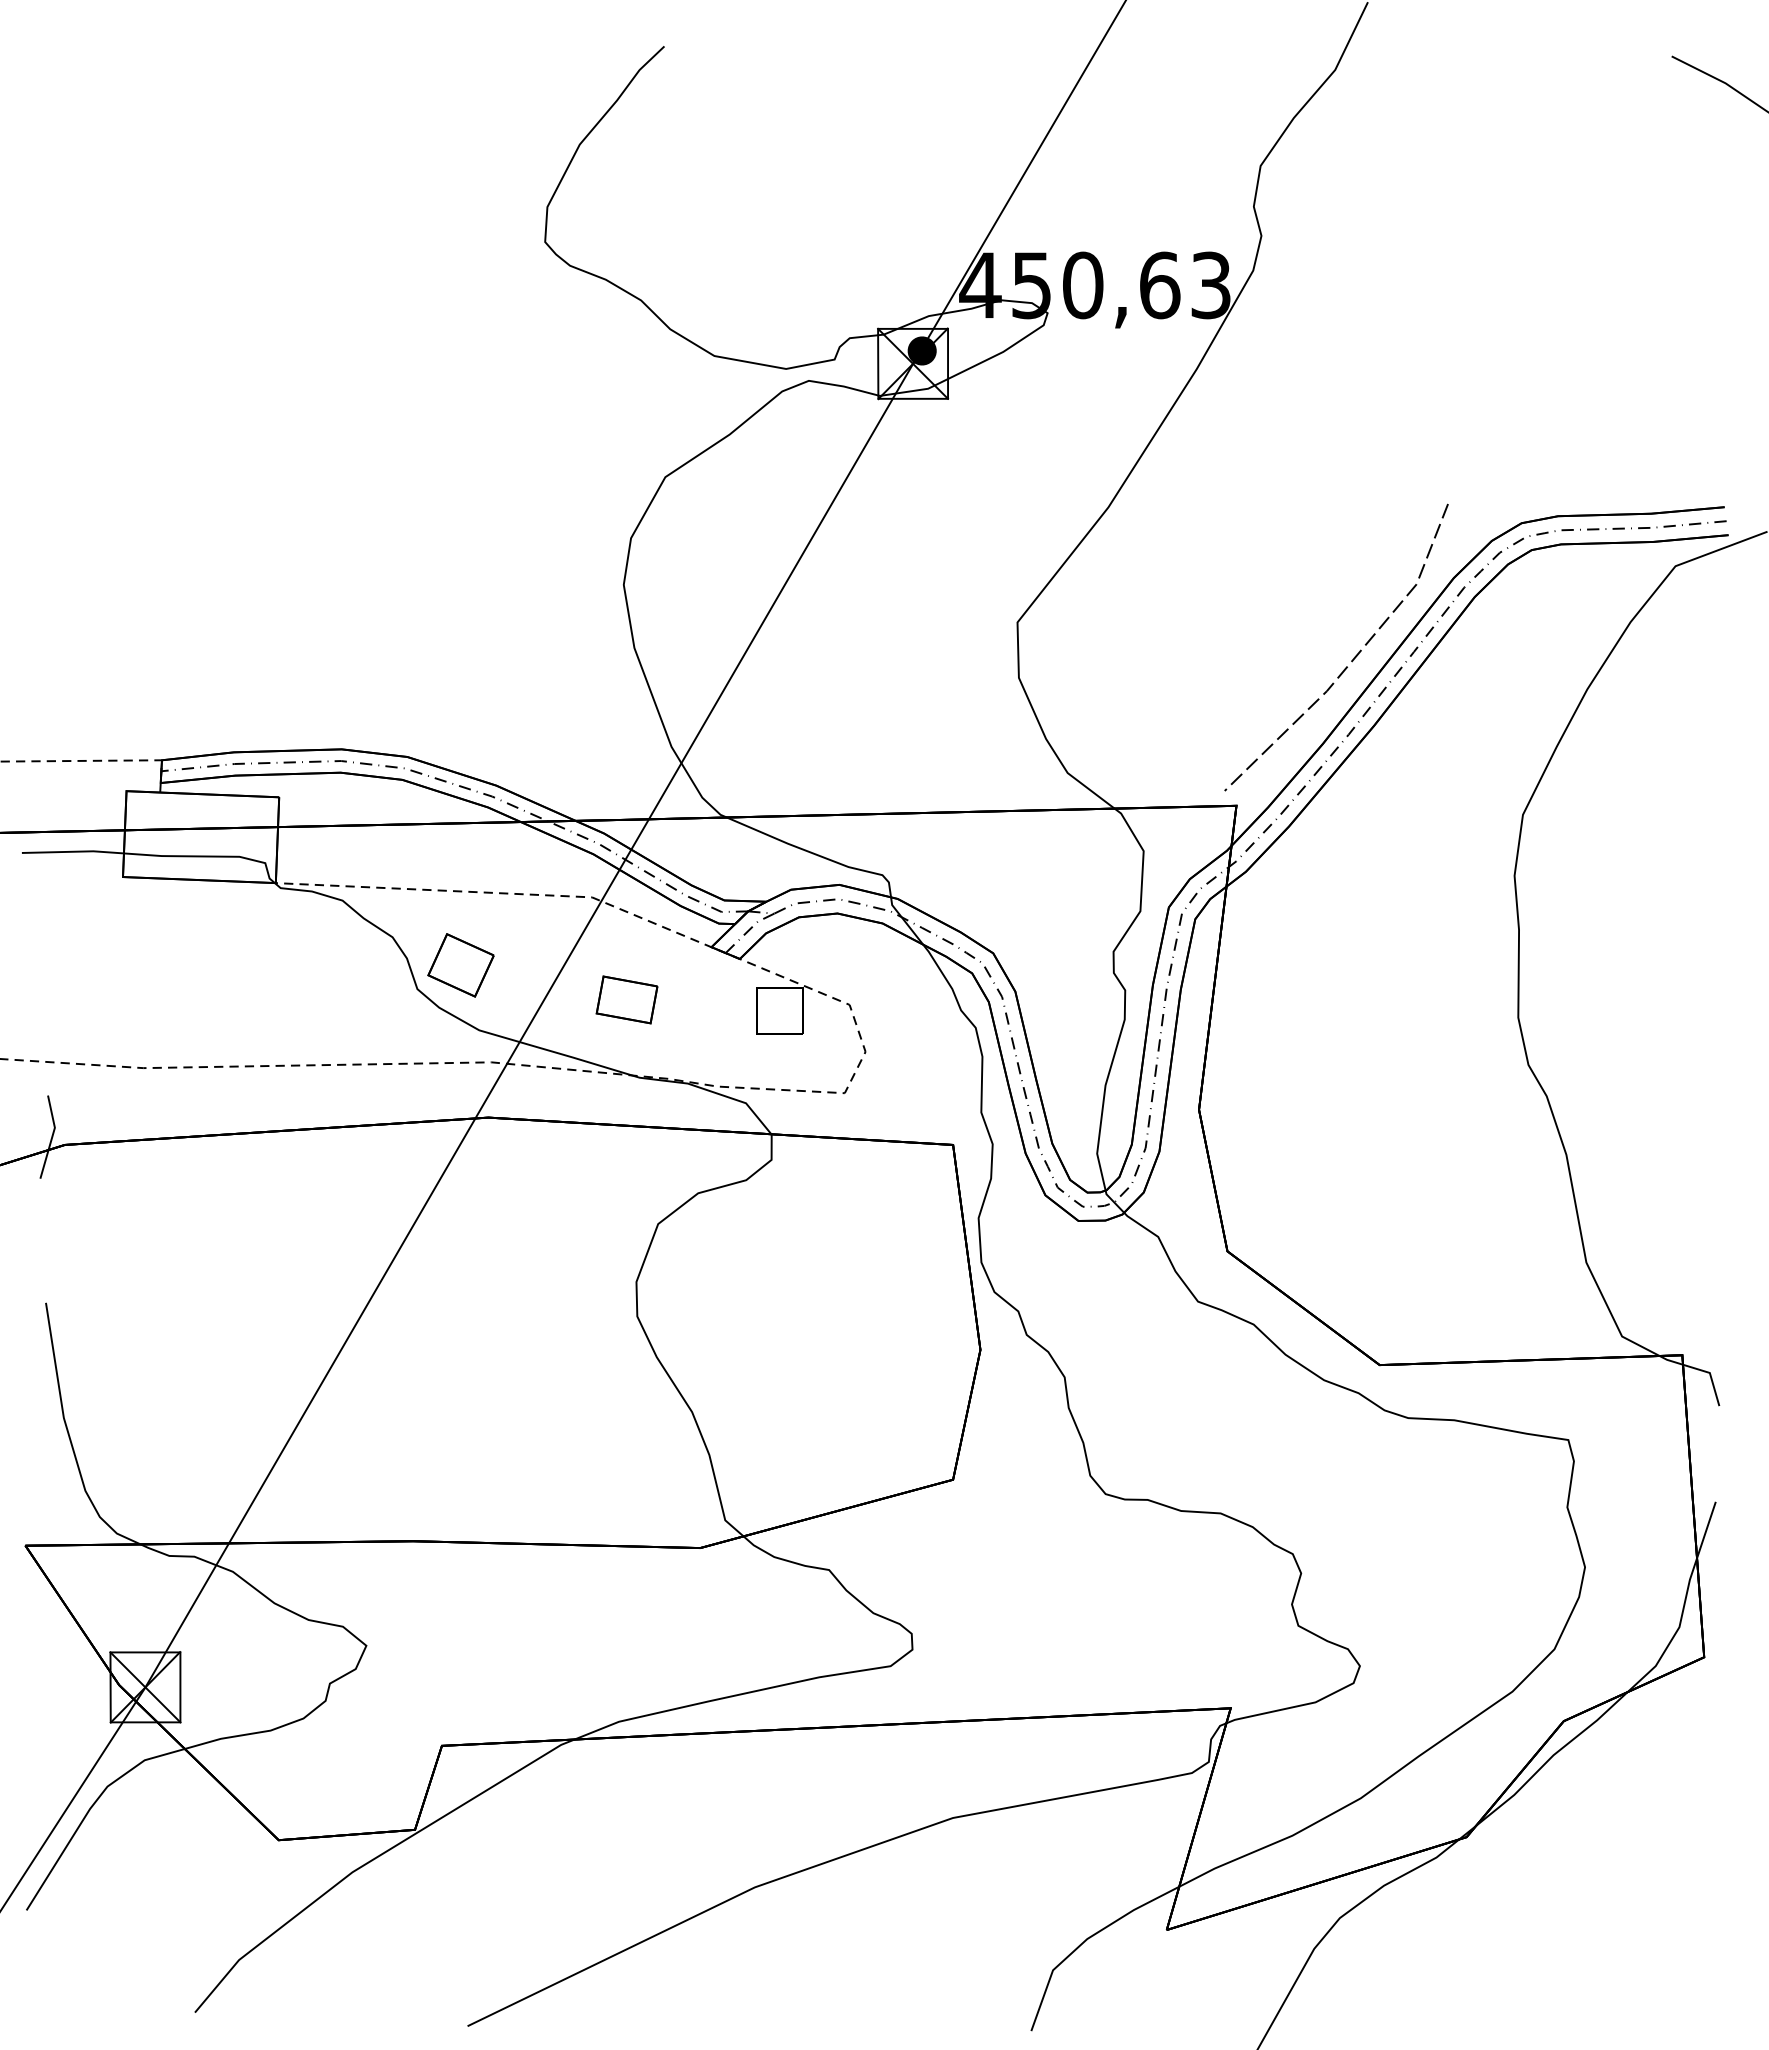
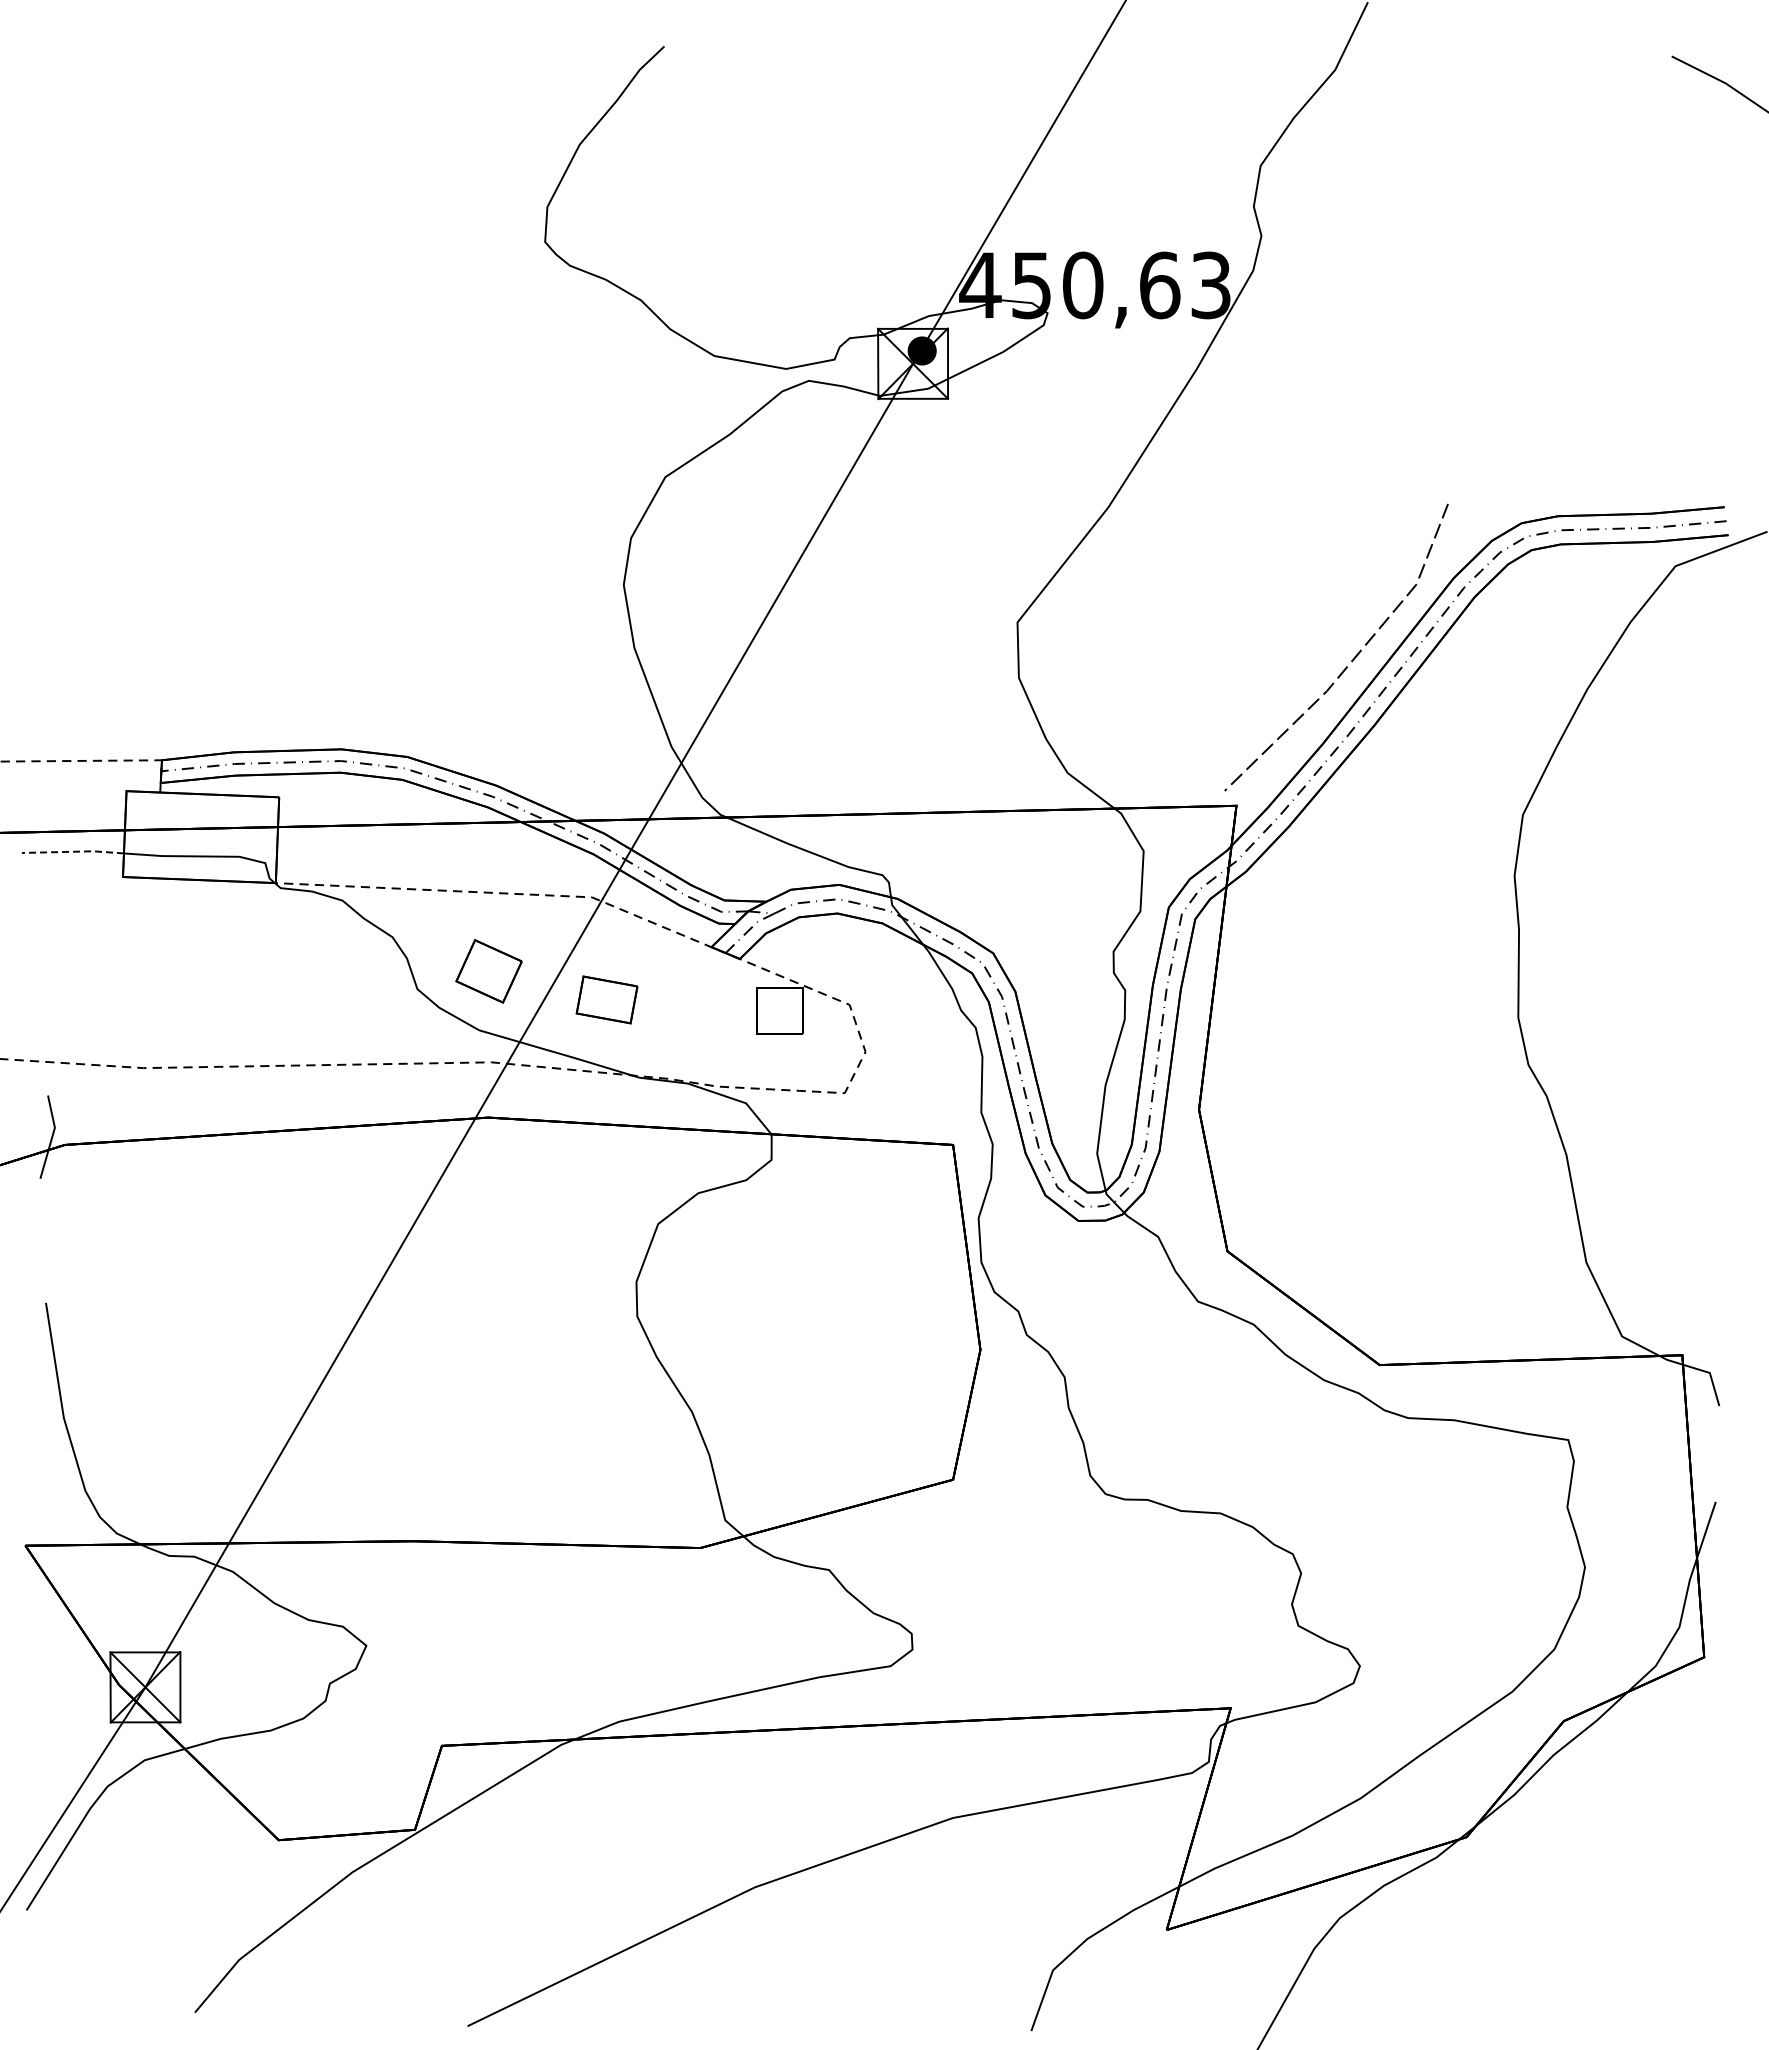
line at (73, 851): solid -> dashed
part at (460, 965) position: (460, 965) -> (488, 971)
part at (626, 999) position: (626, 999) -> (606, 999)
